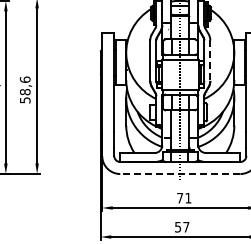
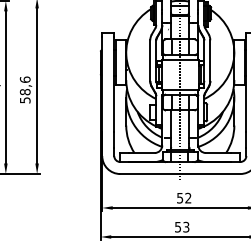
line at (210, 61): dashed -> solid
line at (179, 174): dashed -> solid
text at (184, 197): 71 -> 52
text at (186, 226): 57 -> 53
